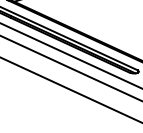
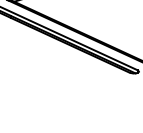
line at (70, 55): present -> none
line at (70, 67): present -> none
line at (70, 89): present -> none
